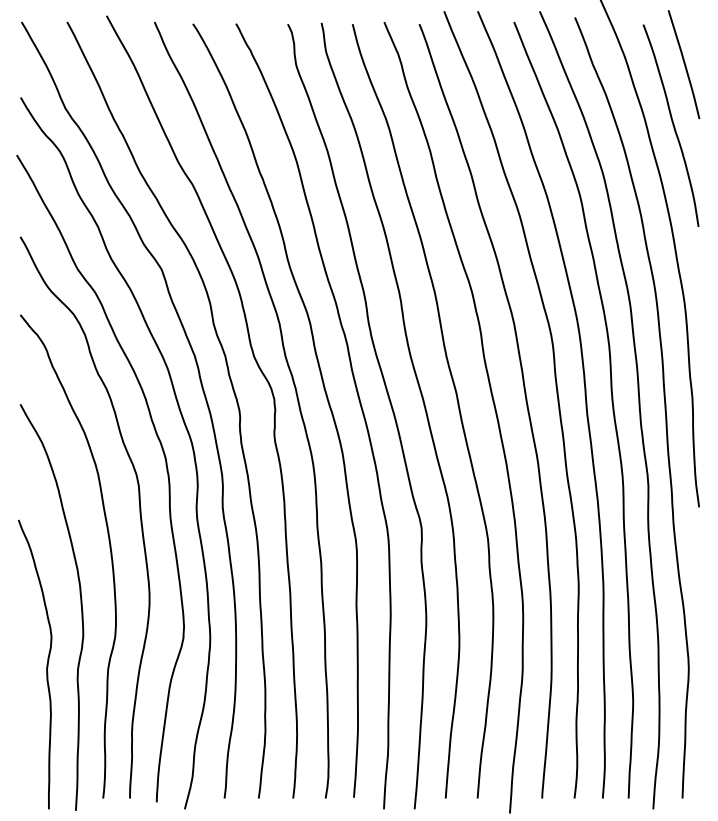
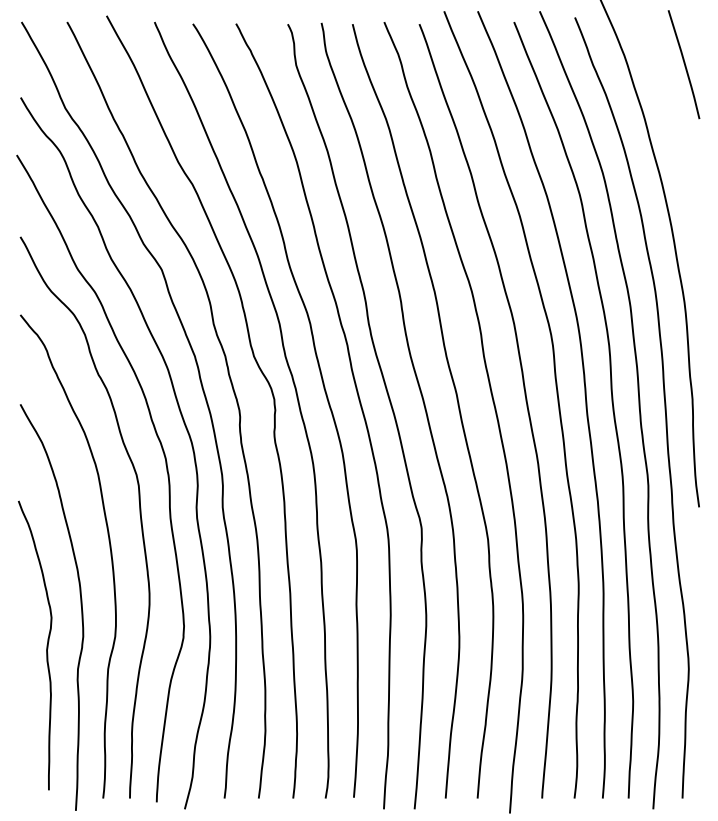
curve at (672, 125): present -> none
curve at (46, 664) position: (46, 664) -> (46, 645)
